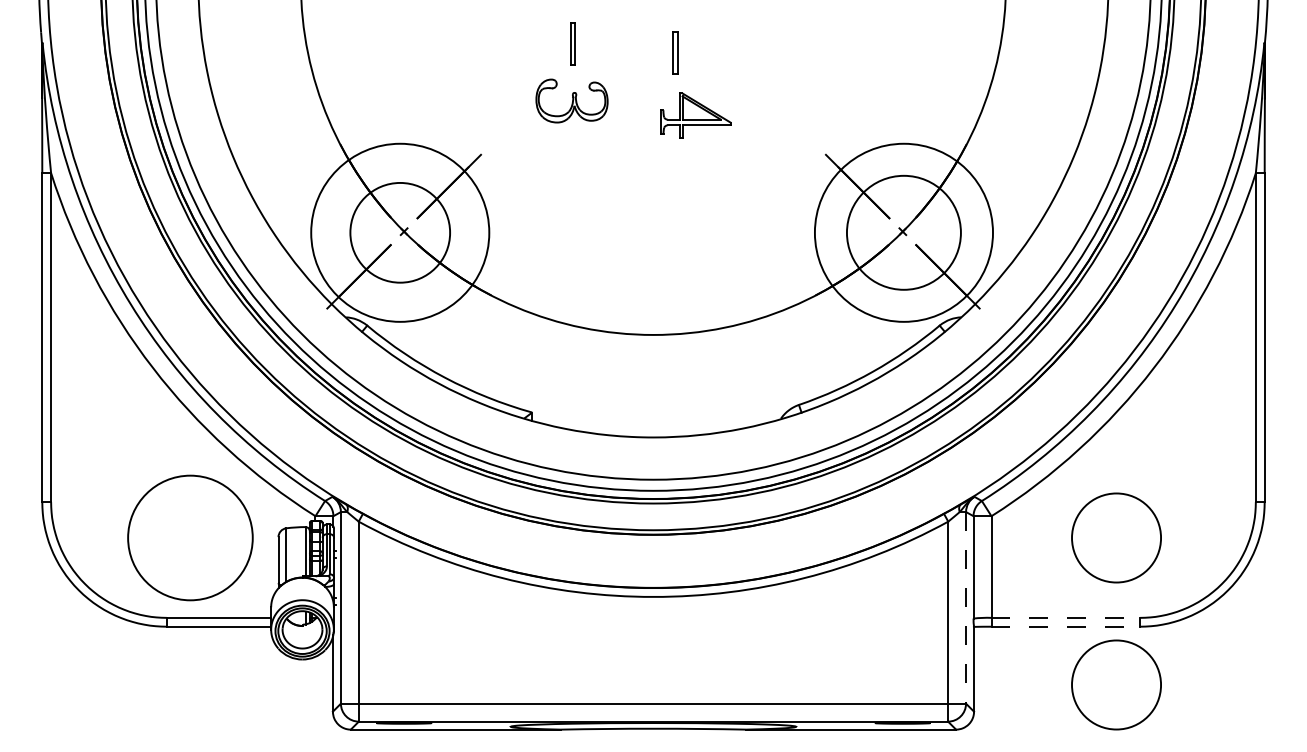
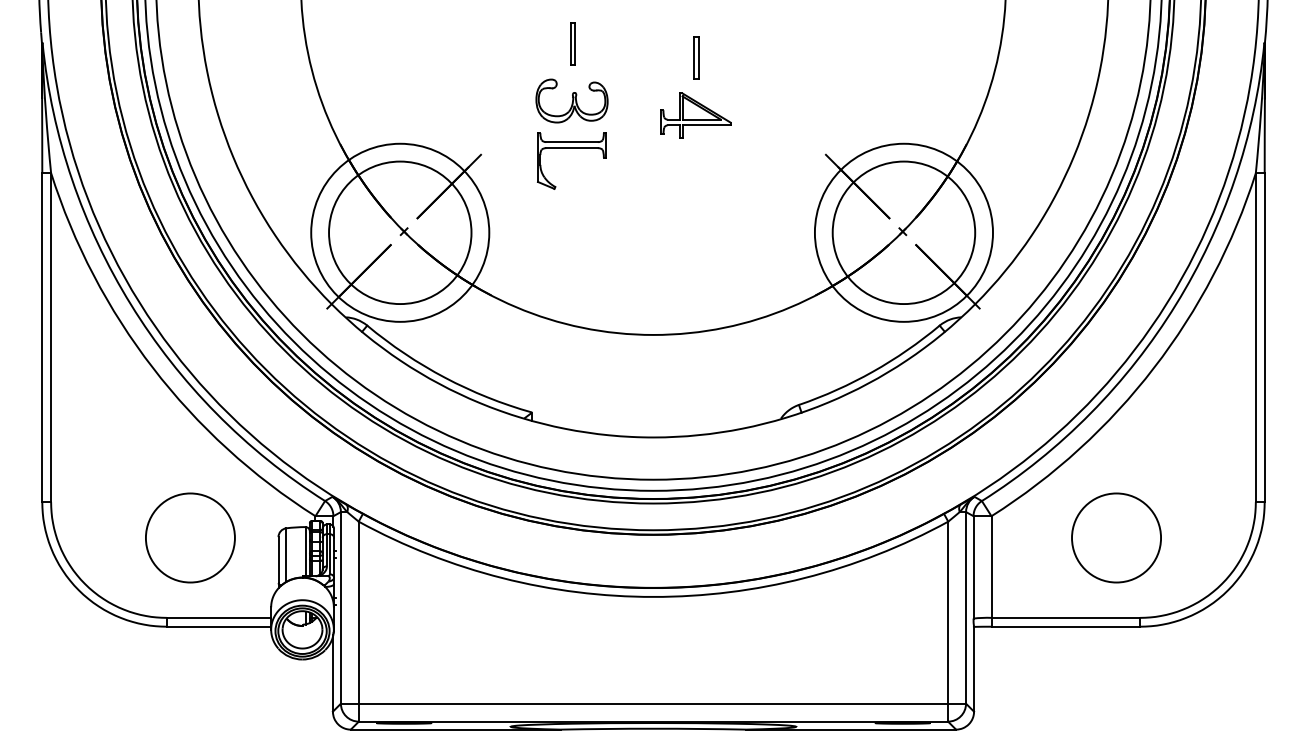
part at (675, 52) position: (675, 52) -> (696, 57)
part at (571, 148): none -> present
circle at (400, 232) diameter: 100 px -> 142 px
circle at (903, 232) diameter: 114 px -> 142 px
circle at (190, 537) diameter: 125 px -> 89 px
line at (966, 607): dashed -> solid
line at (1066, 617): dashed -> solid
line at (1066, 626): dashed -> solid
circle at (1116, 684): present -> none
